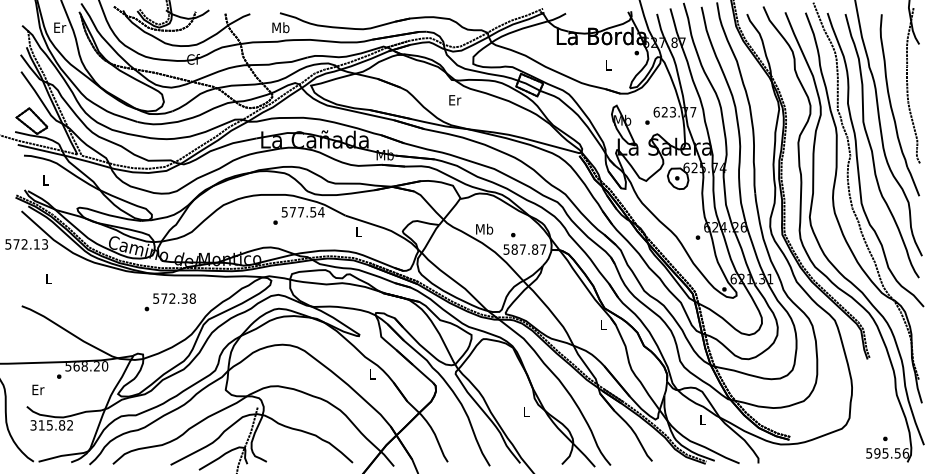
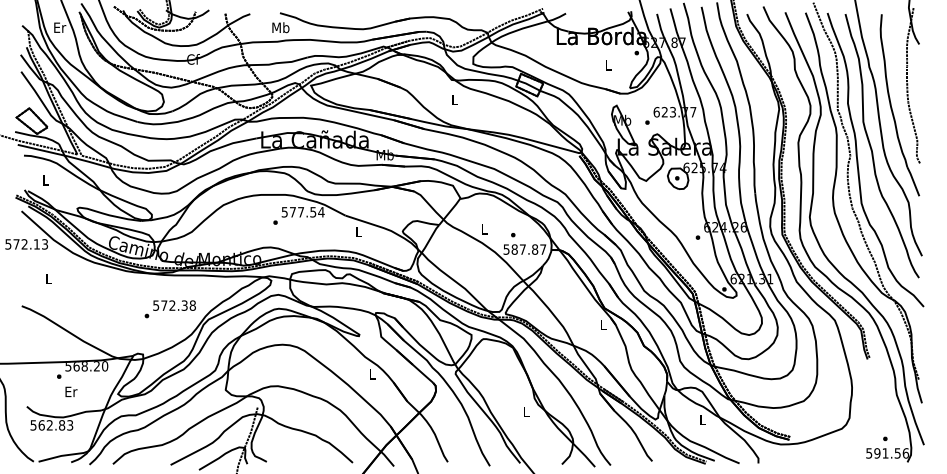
text at (455, 100): Er -> L
text at (484, 228): Mb -> L
text at (169, 302) position: (169, 302) -> (169, 309)
text at (38, 389) position: (38, 389) -> (71, 391)
text at (52, 425): 315.82 -> 562.83
text at (885, 453): 595.56 -> 591.56
